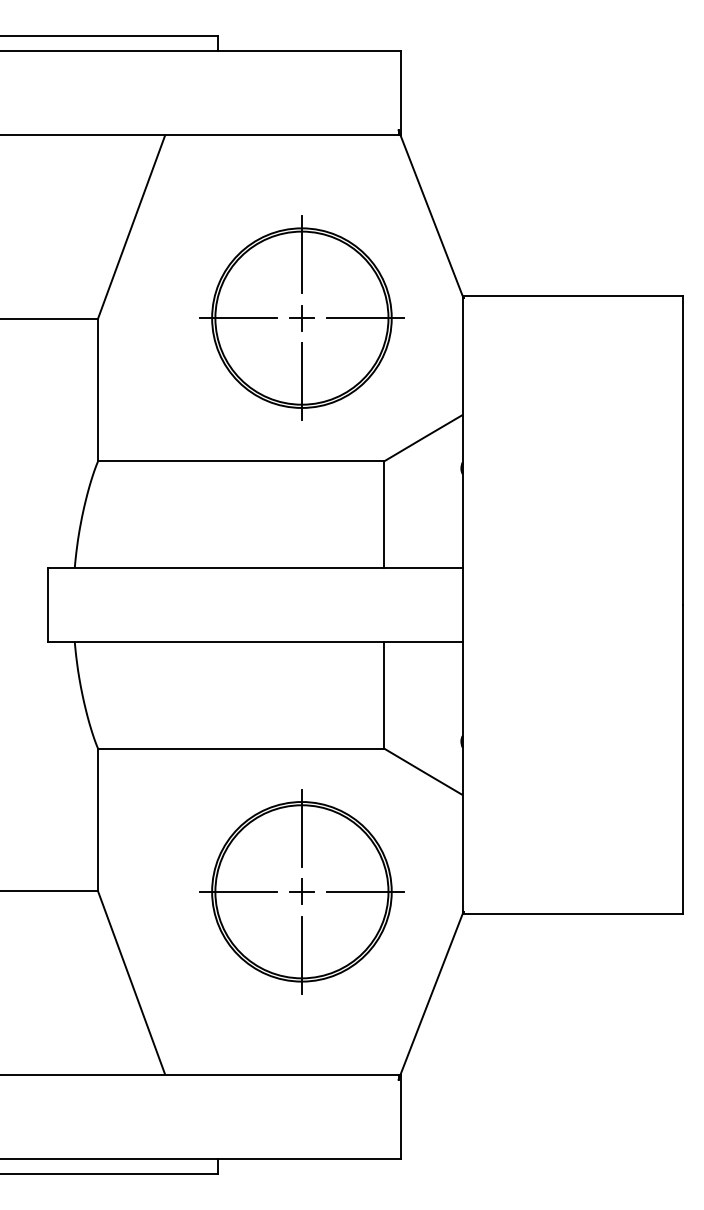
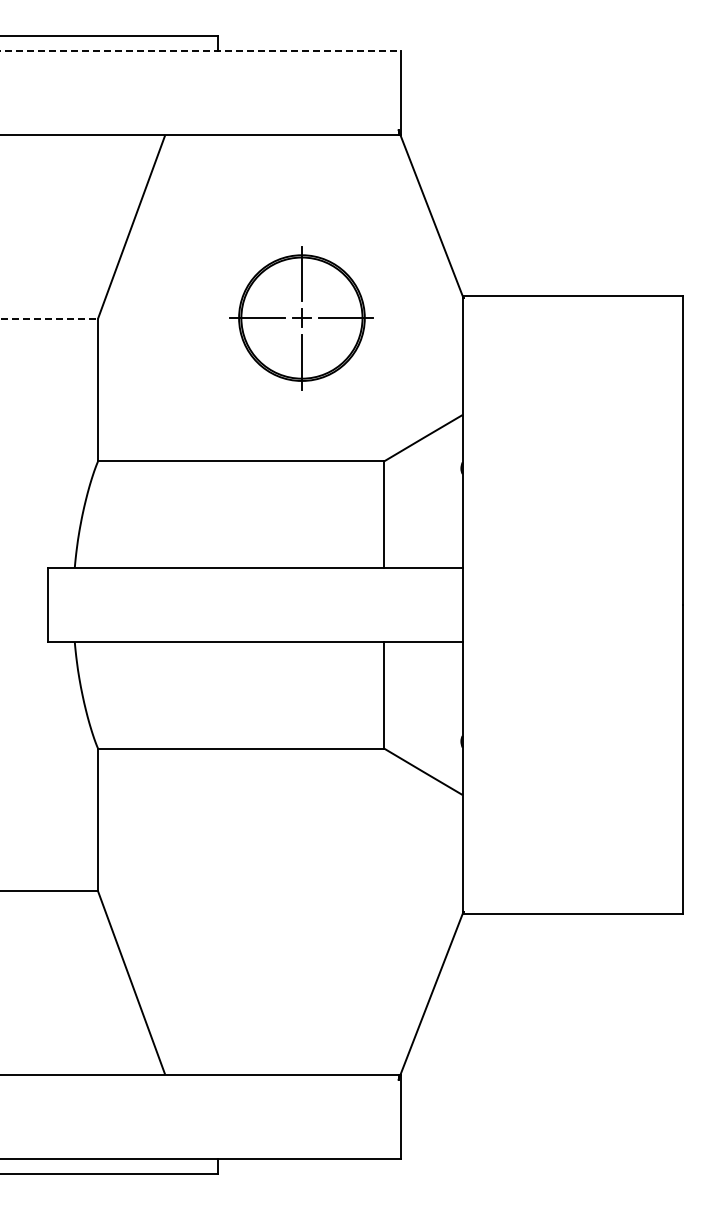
line at (201, 51): solid -> dashed
part at (301, 317) size: 206x206 px -> 145x145 px
line at (49, 318): solid -> dashed
part at (301, 891): present -> none
